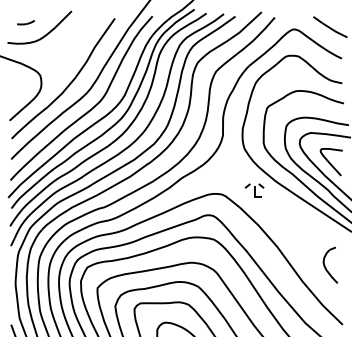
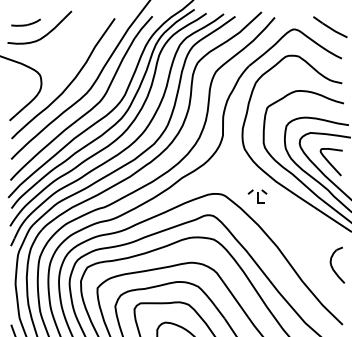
part at (26, 22) size: 19x6 px -> 30x9 px
part at (254, 190) position: (254, 190) -> (257, 196)
part at (330, 264) position: (330, 264) -> (337, 264)
